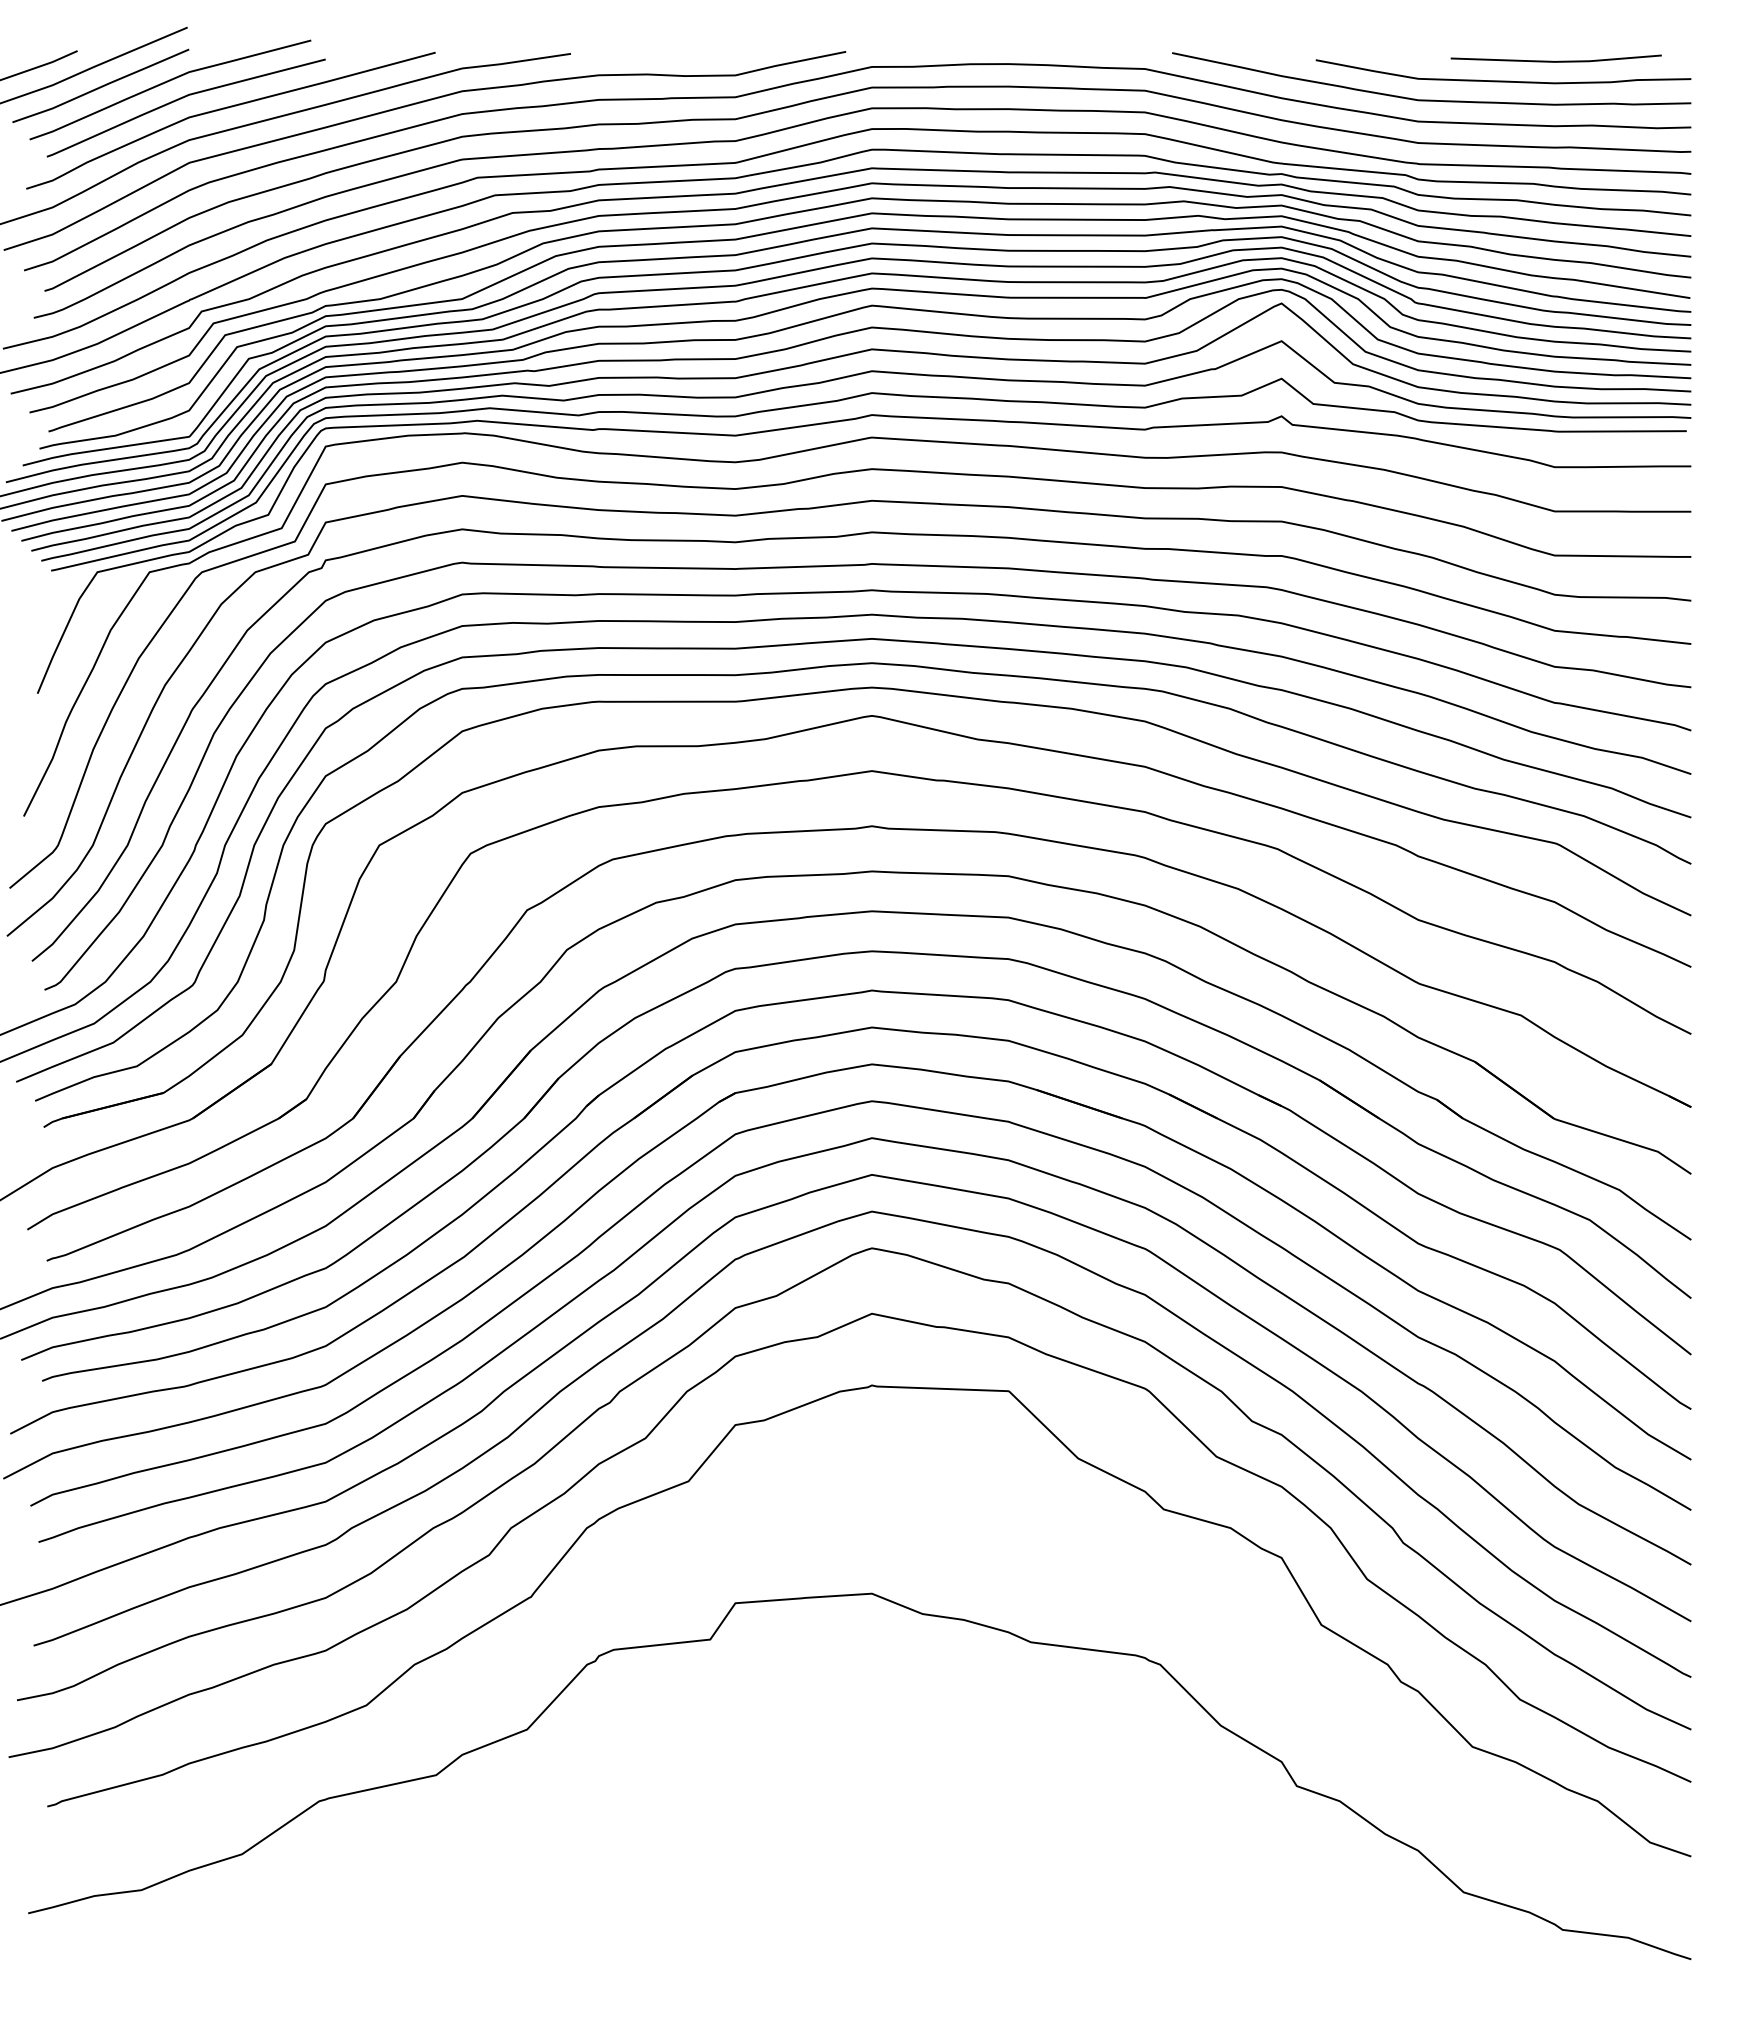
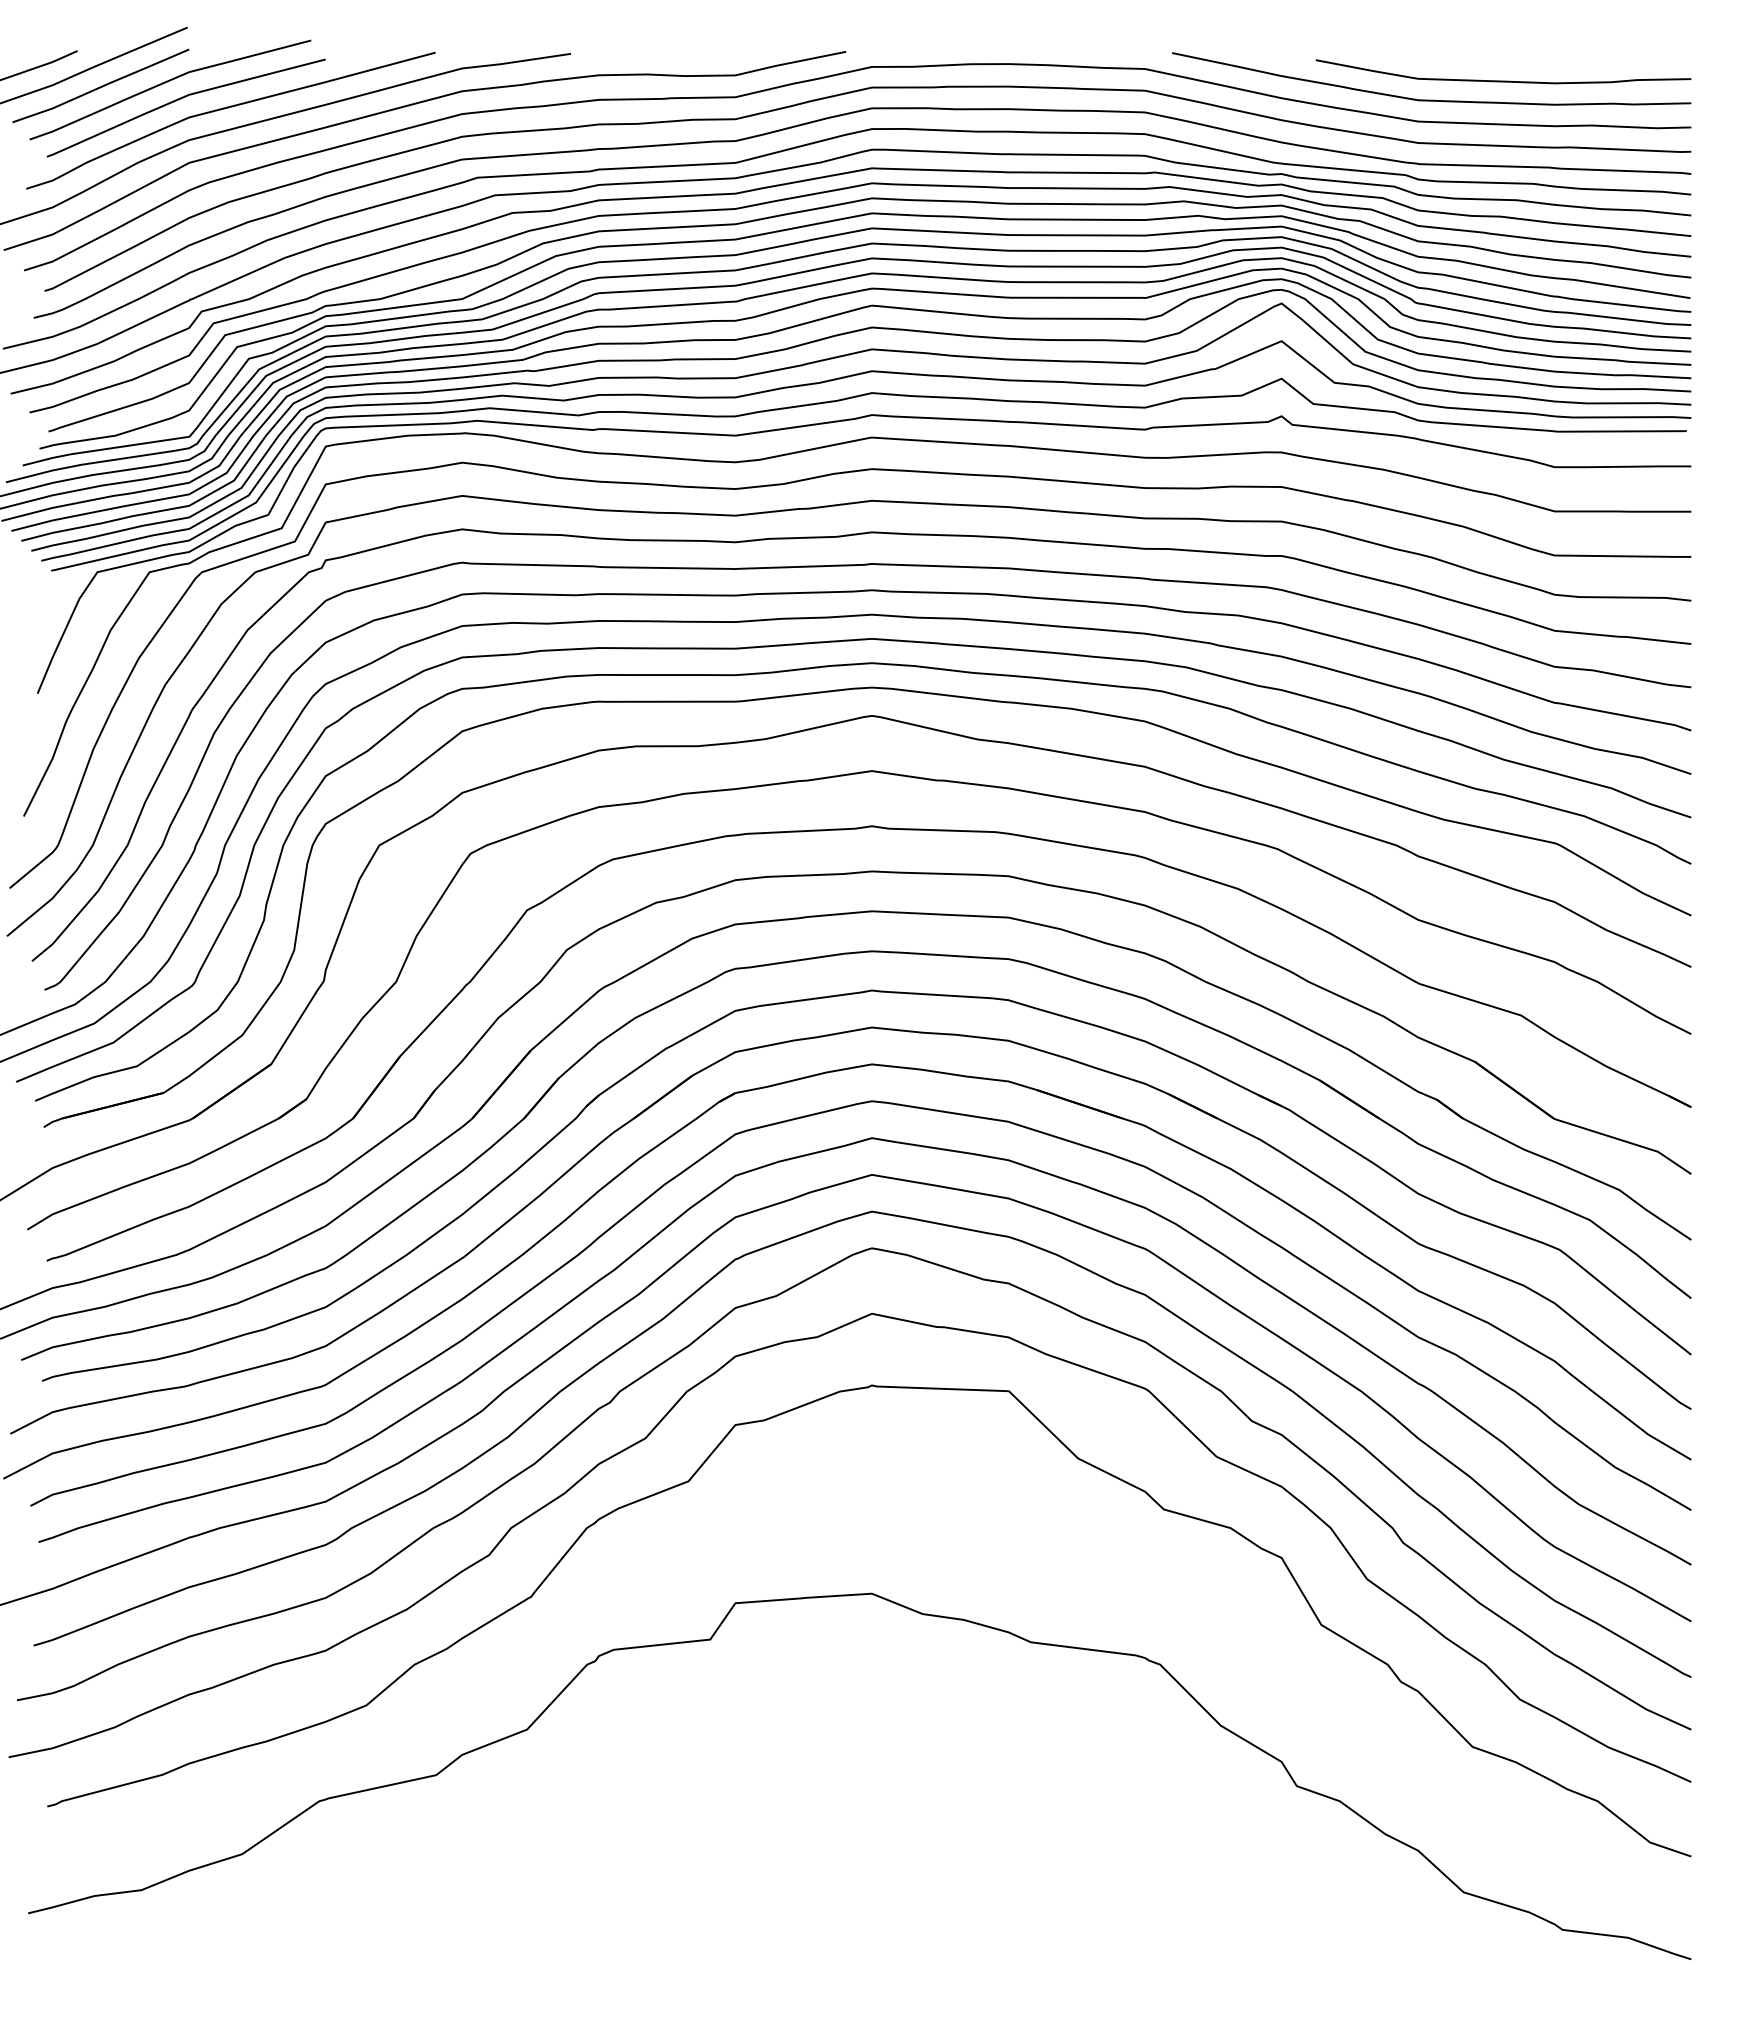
line at (1555, 61): present -> none
